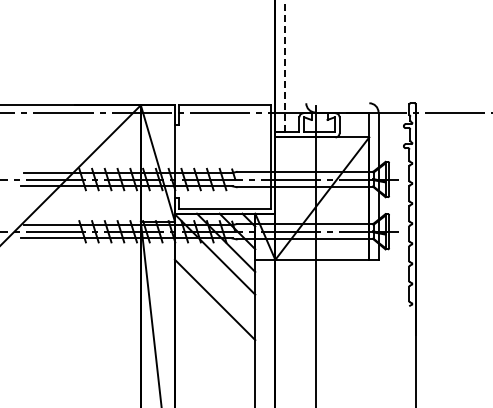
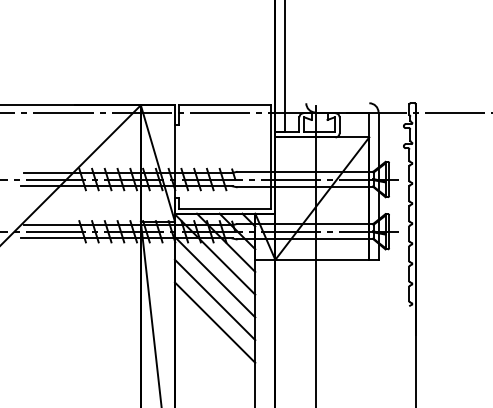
line at (284, 66): dashed -> solid
line at (214, 277): none -> present
line at (214, 322): none -> present
